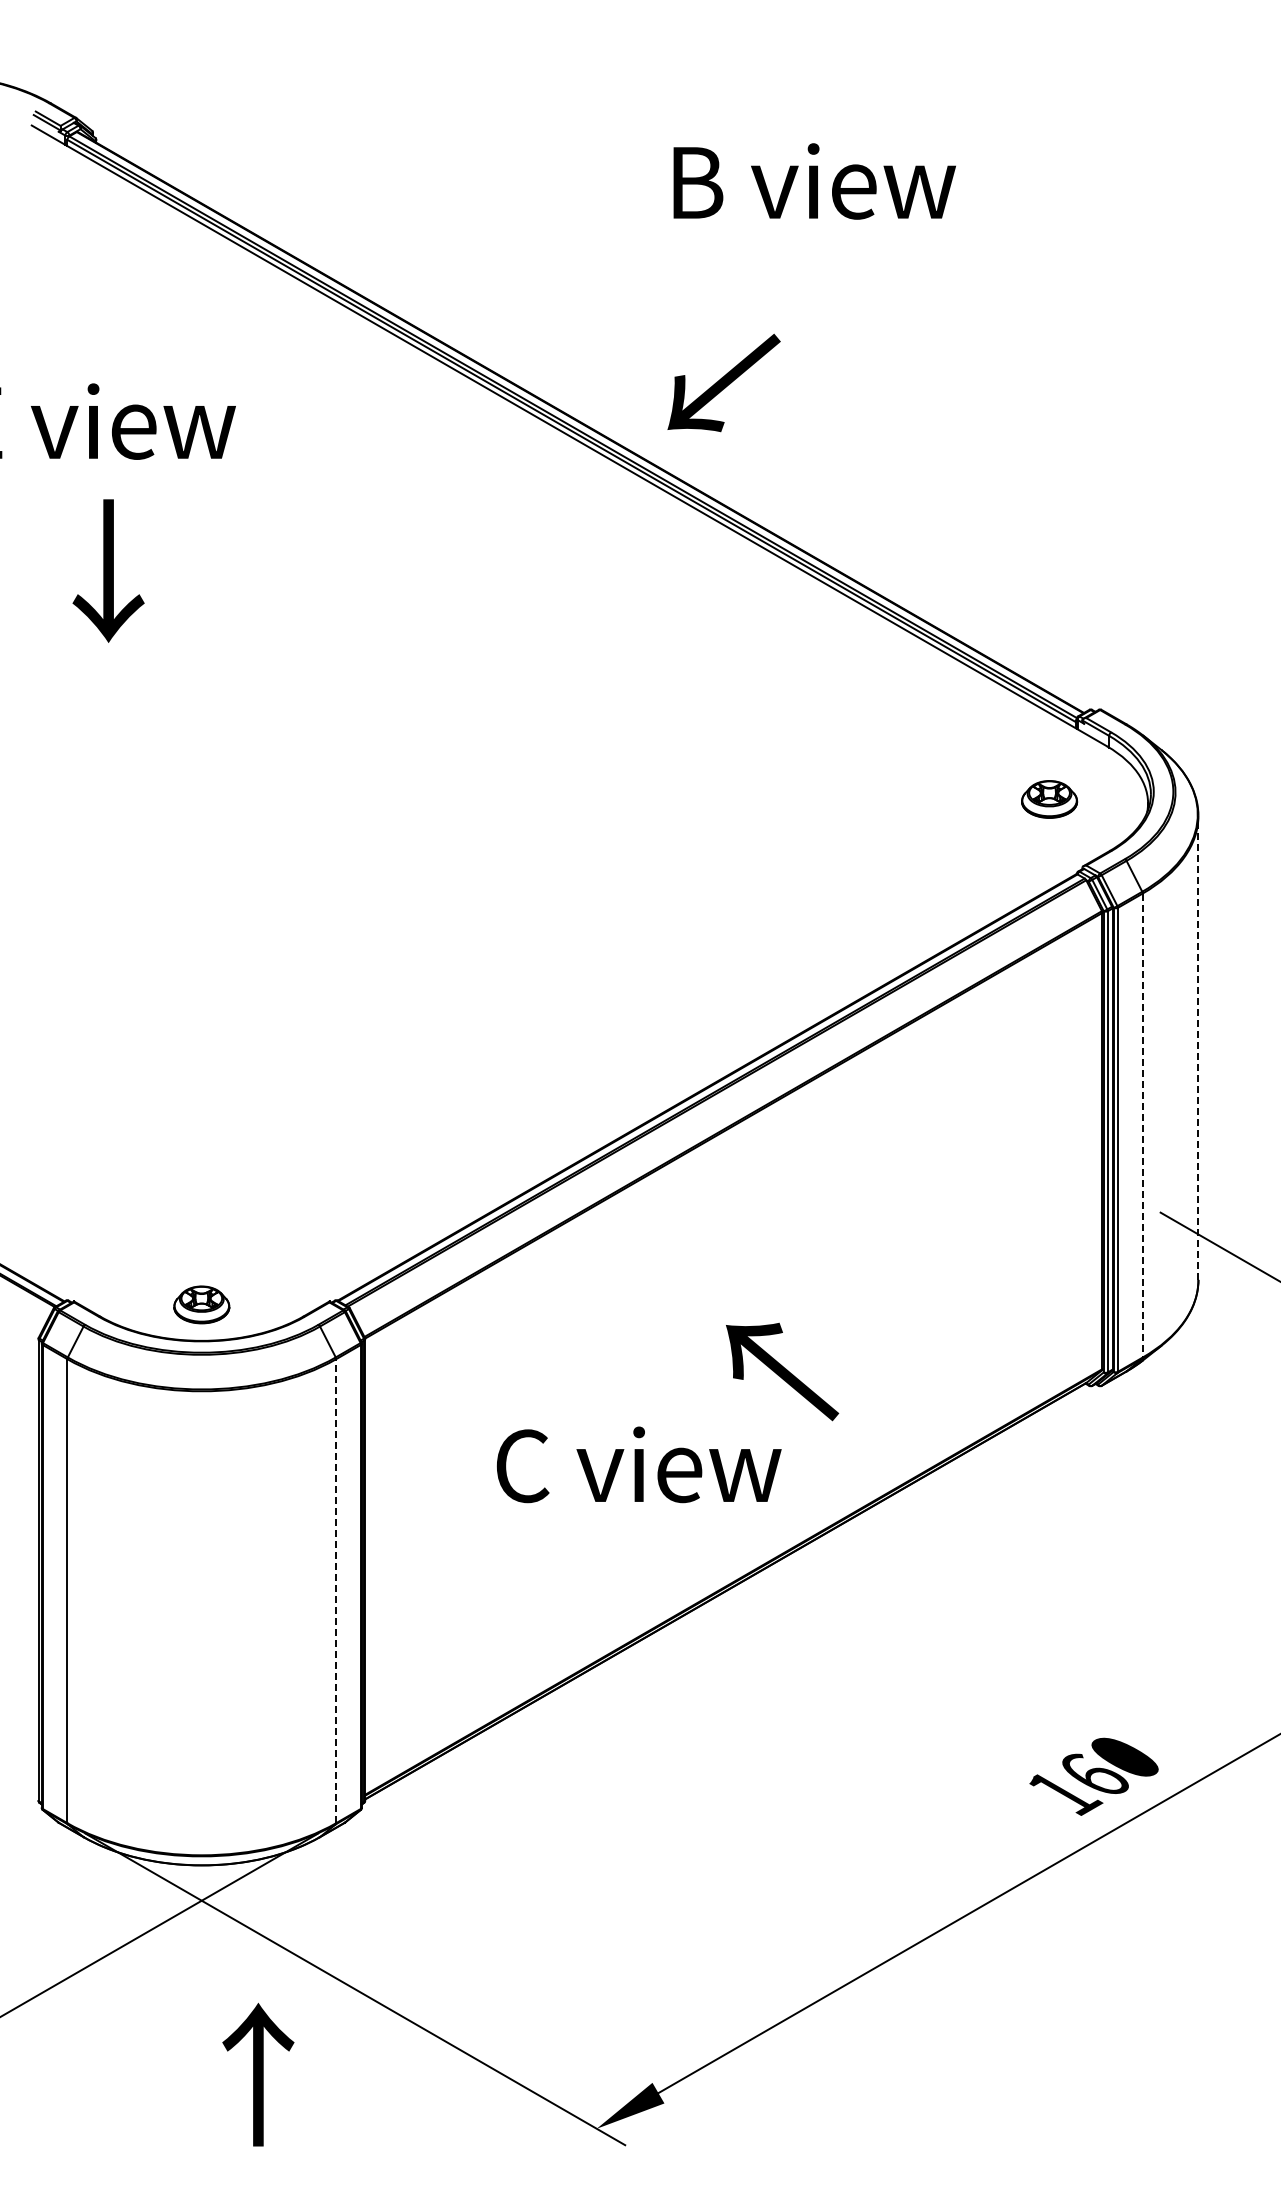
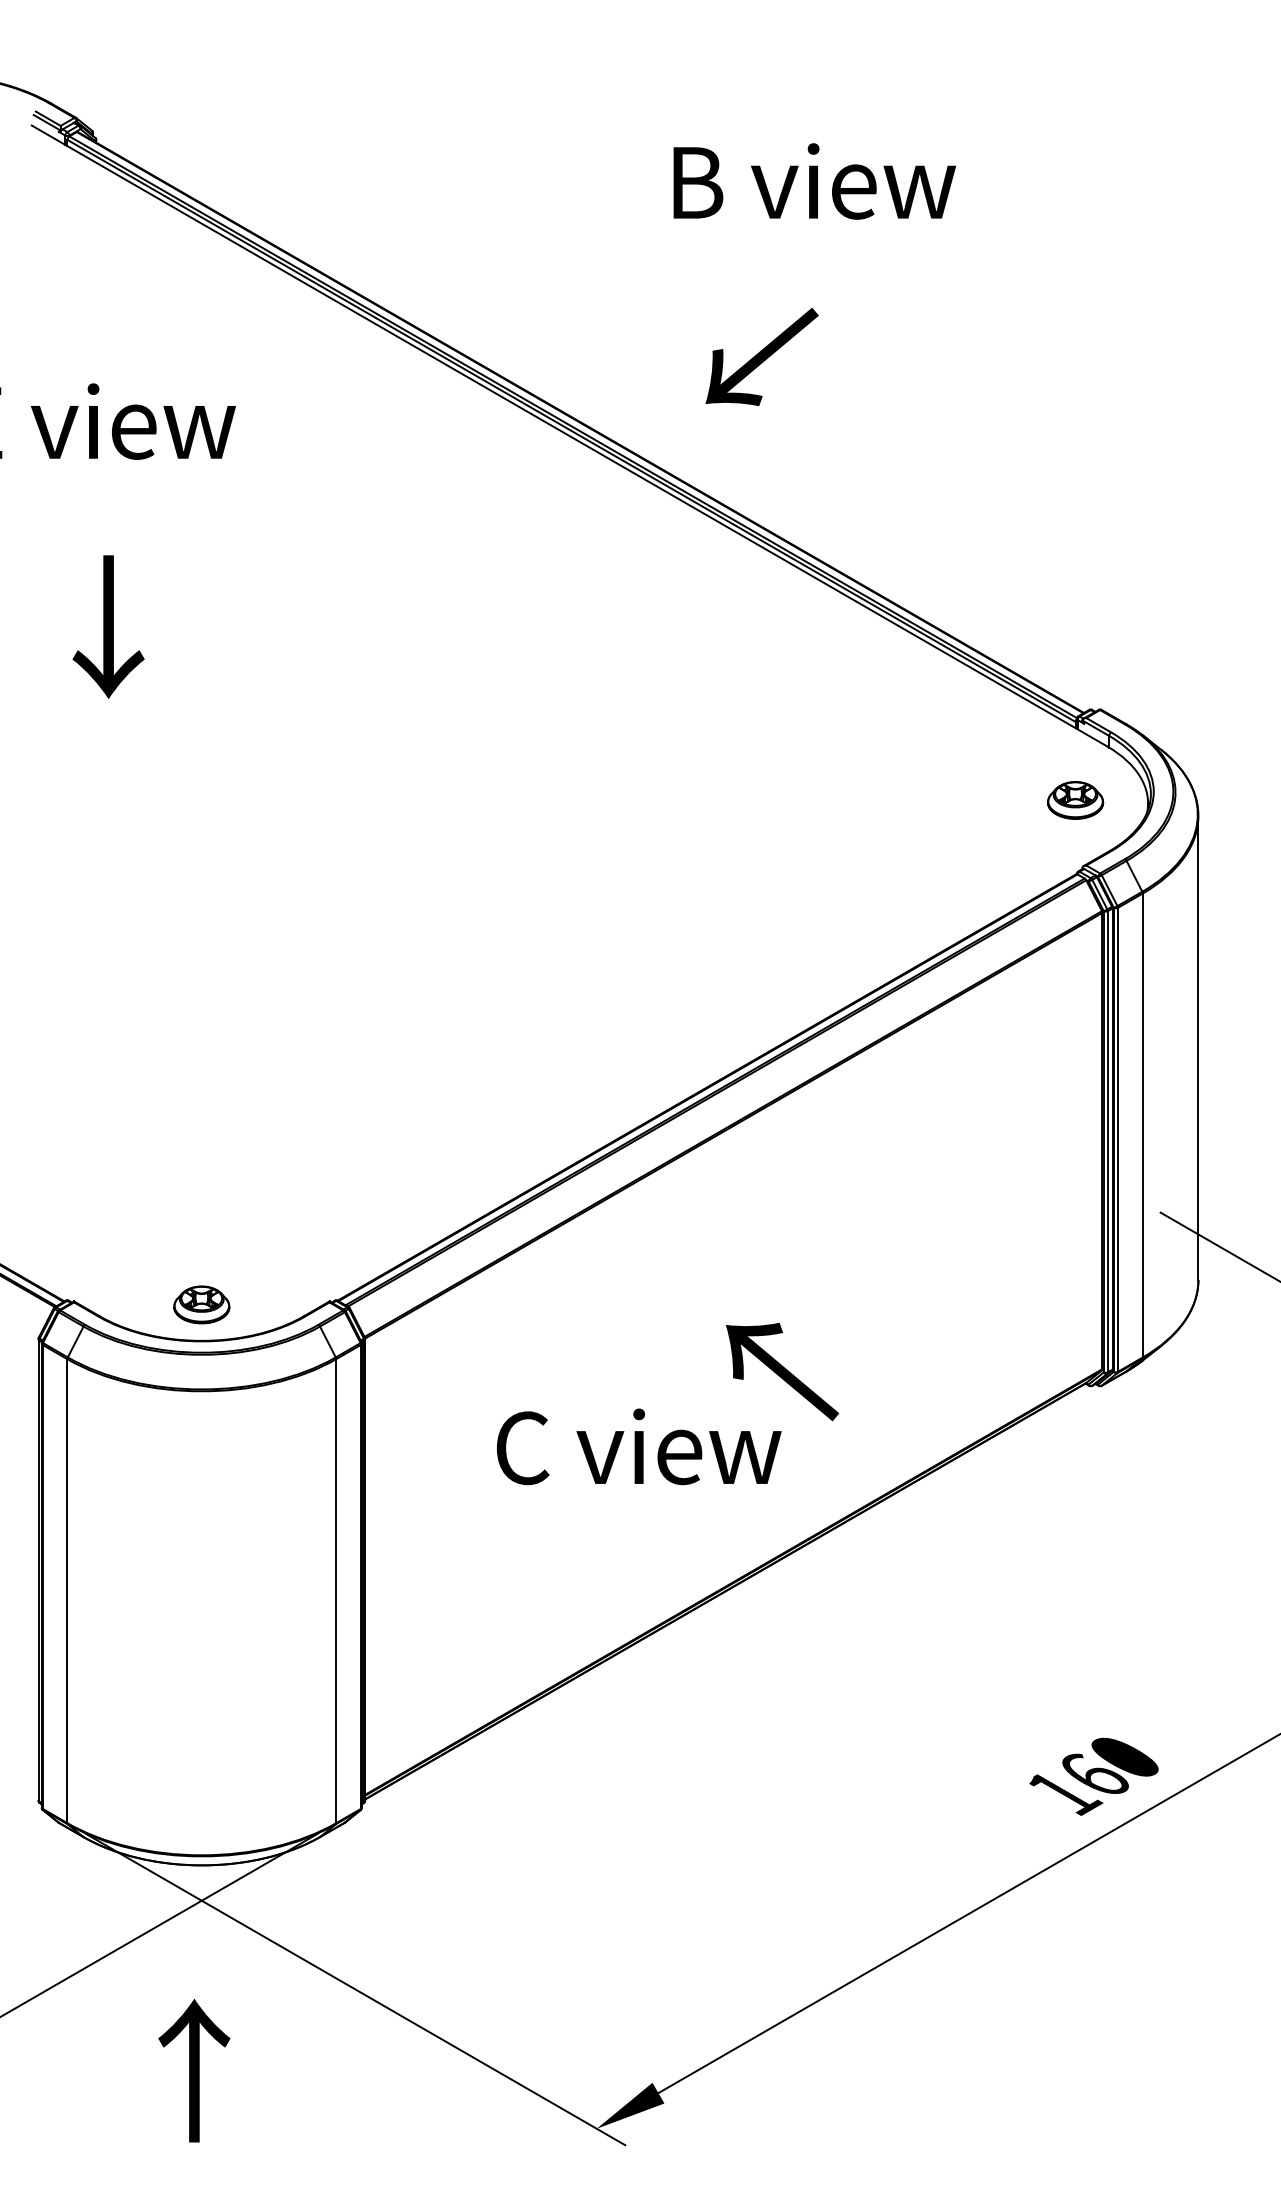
text at (723, 382) position: (723, 382) -> (761, 356)
text at (108, 570) position: (108, 570) -> (108, 626)
part at (1049, 799) position: (1049, 799) -> (1075, 800)
line at (1198, 1047): dashed -> solid
line at (1142, 1125): dashed -> solid
text at (639, 1464) position: (639, 1464) -> (639, 1446)
line at (336, 1591): dashed -> solid
text at (258, 2074) position: (258, 2074) -> (194, 2070)
